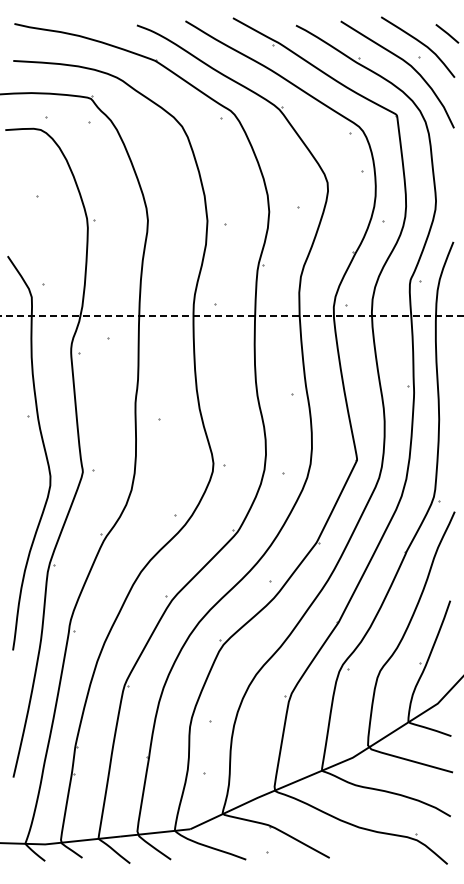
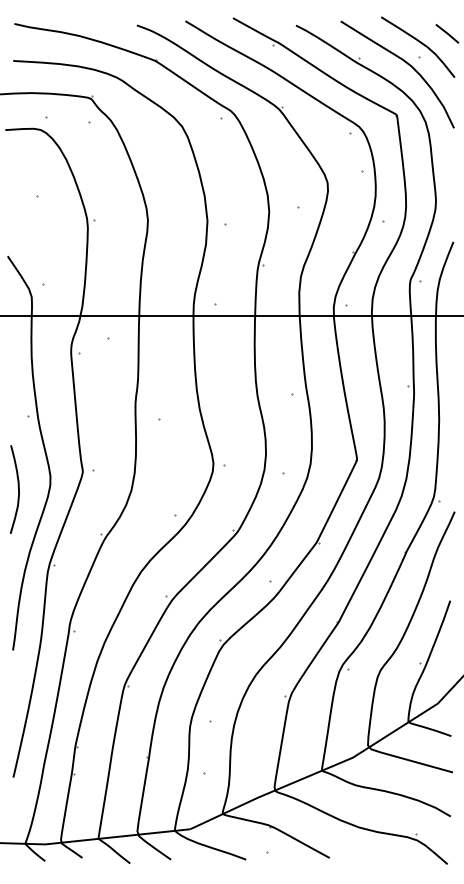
line at (233, 316): dashed -> solid
curve at (18, 489): none -> present
